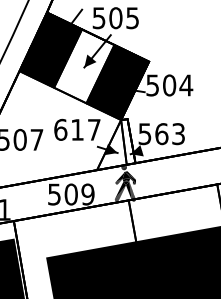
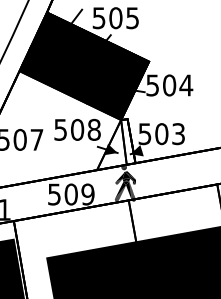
fill at (84, 66): none -> present
text at (77, 129): 617 -> 508
text at (161, 133): 563 -> 503
